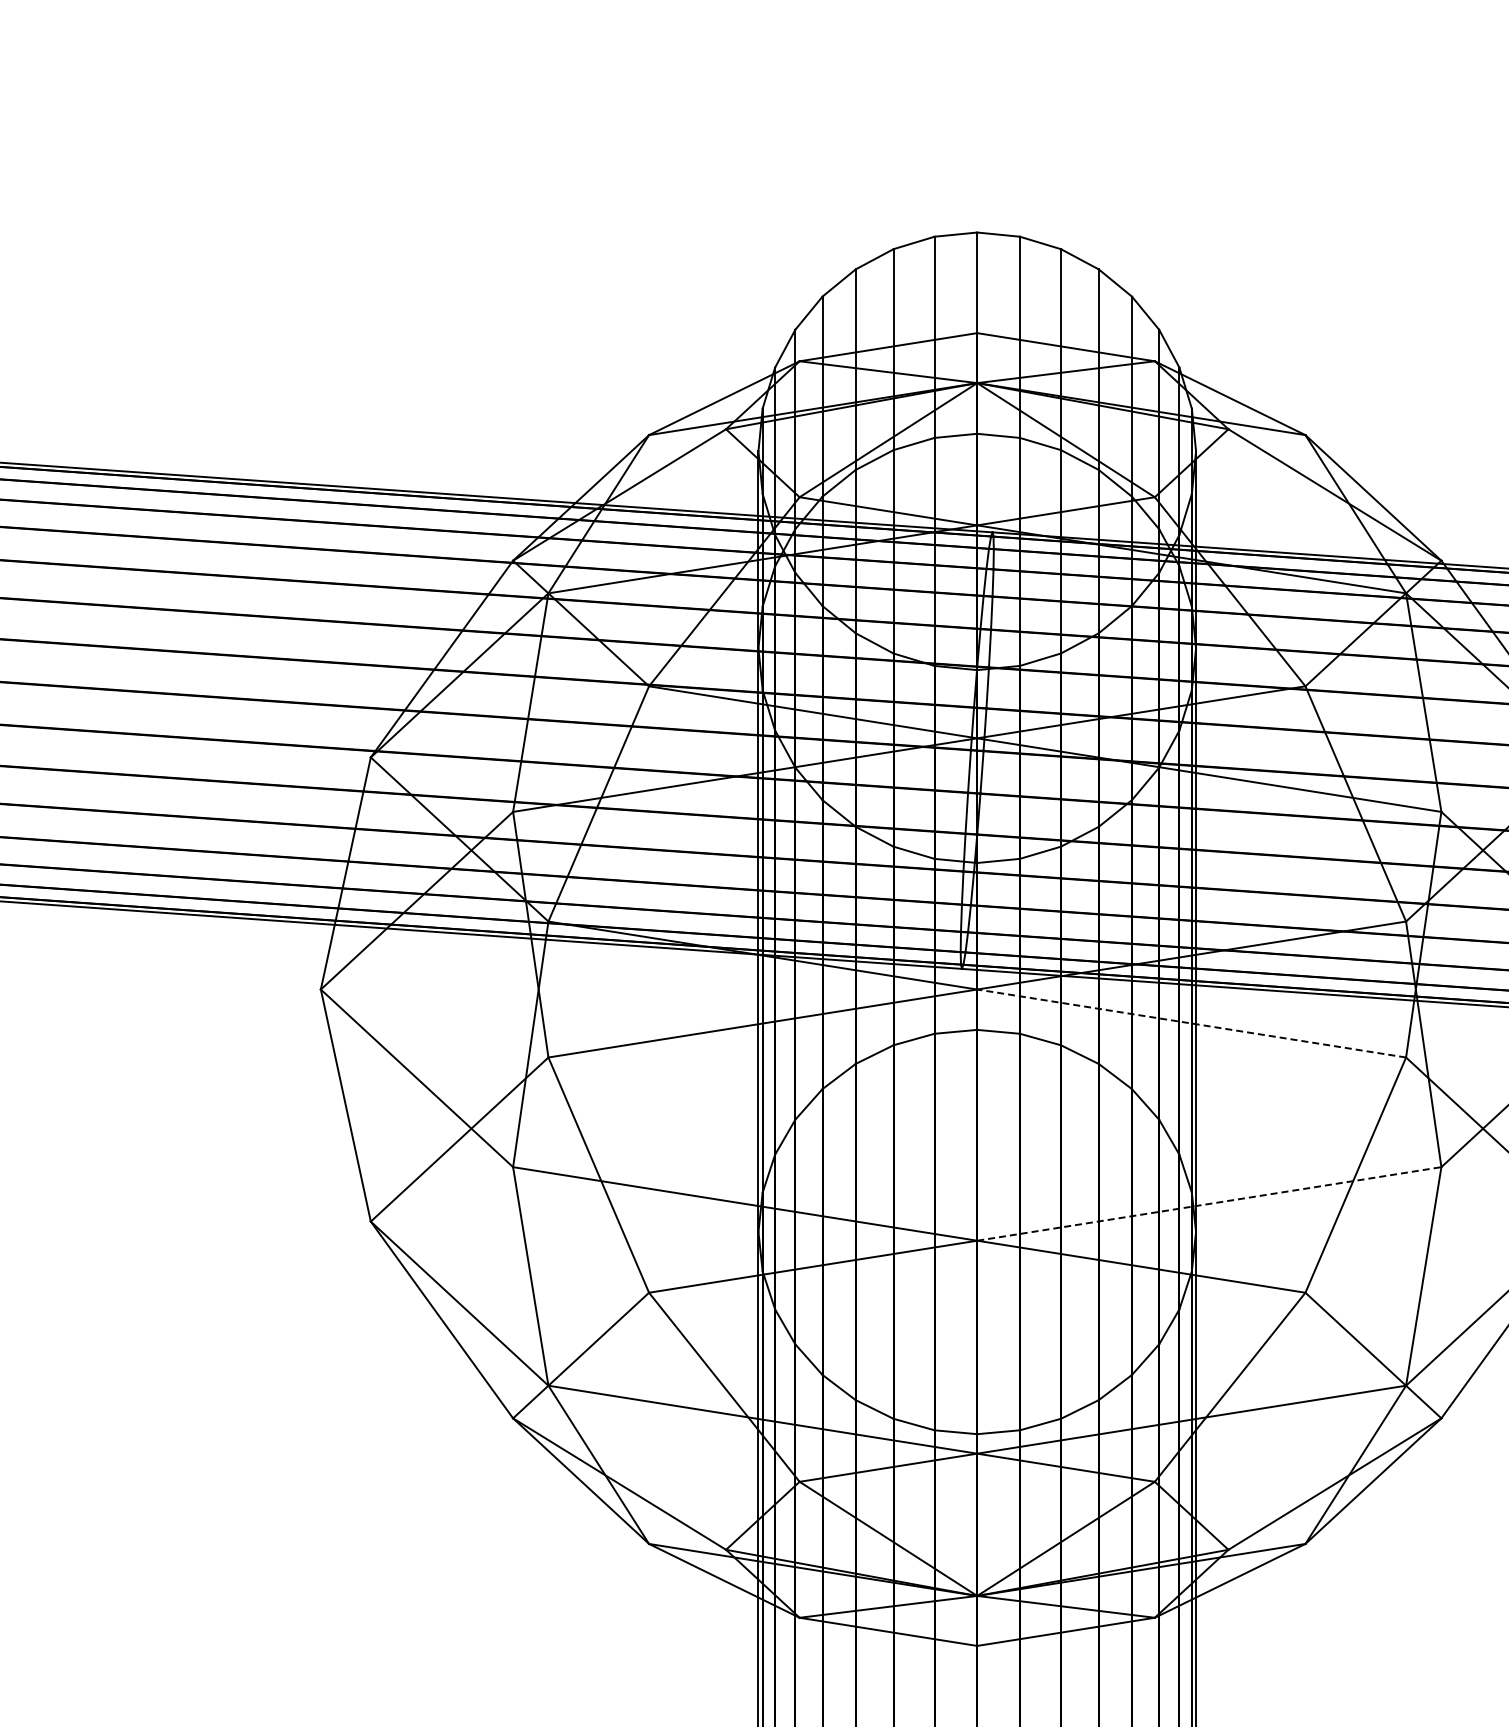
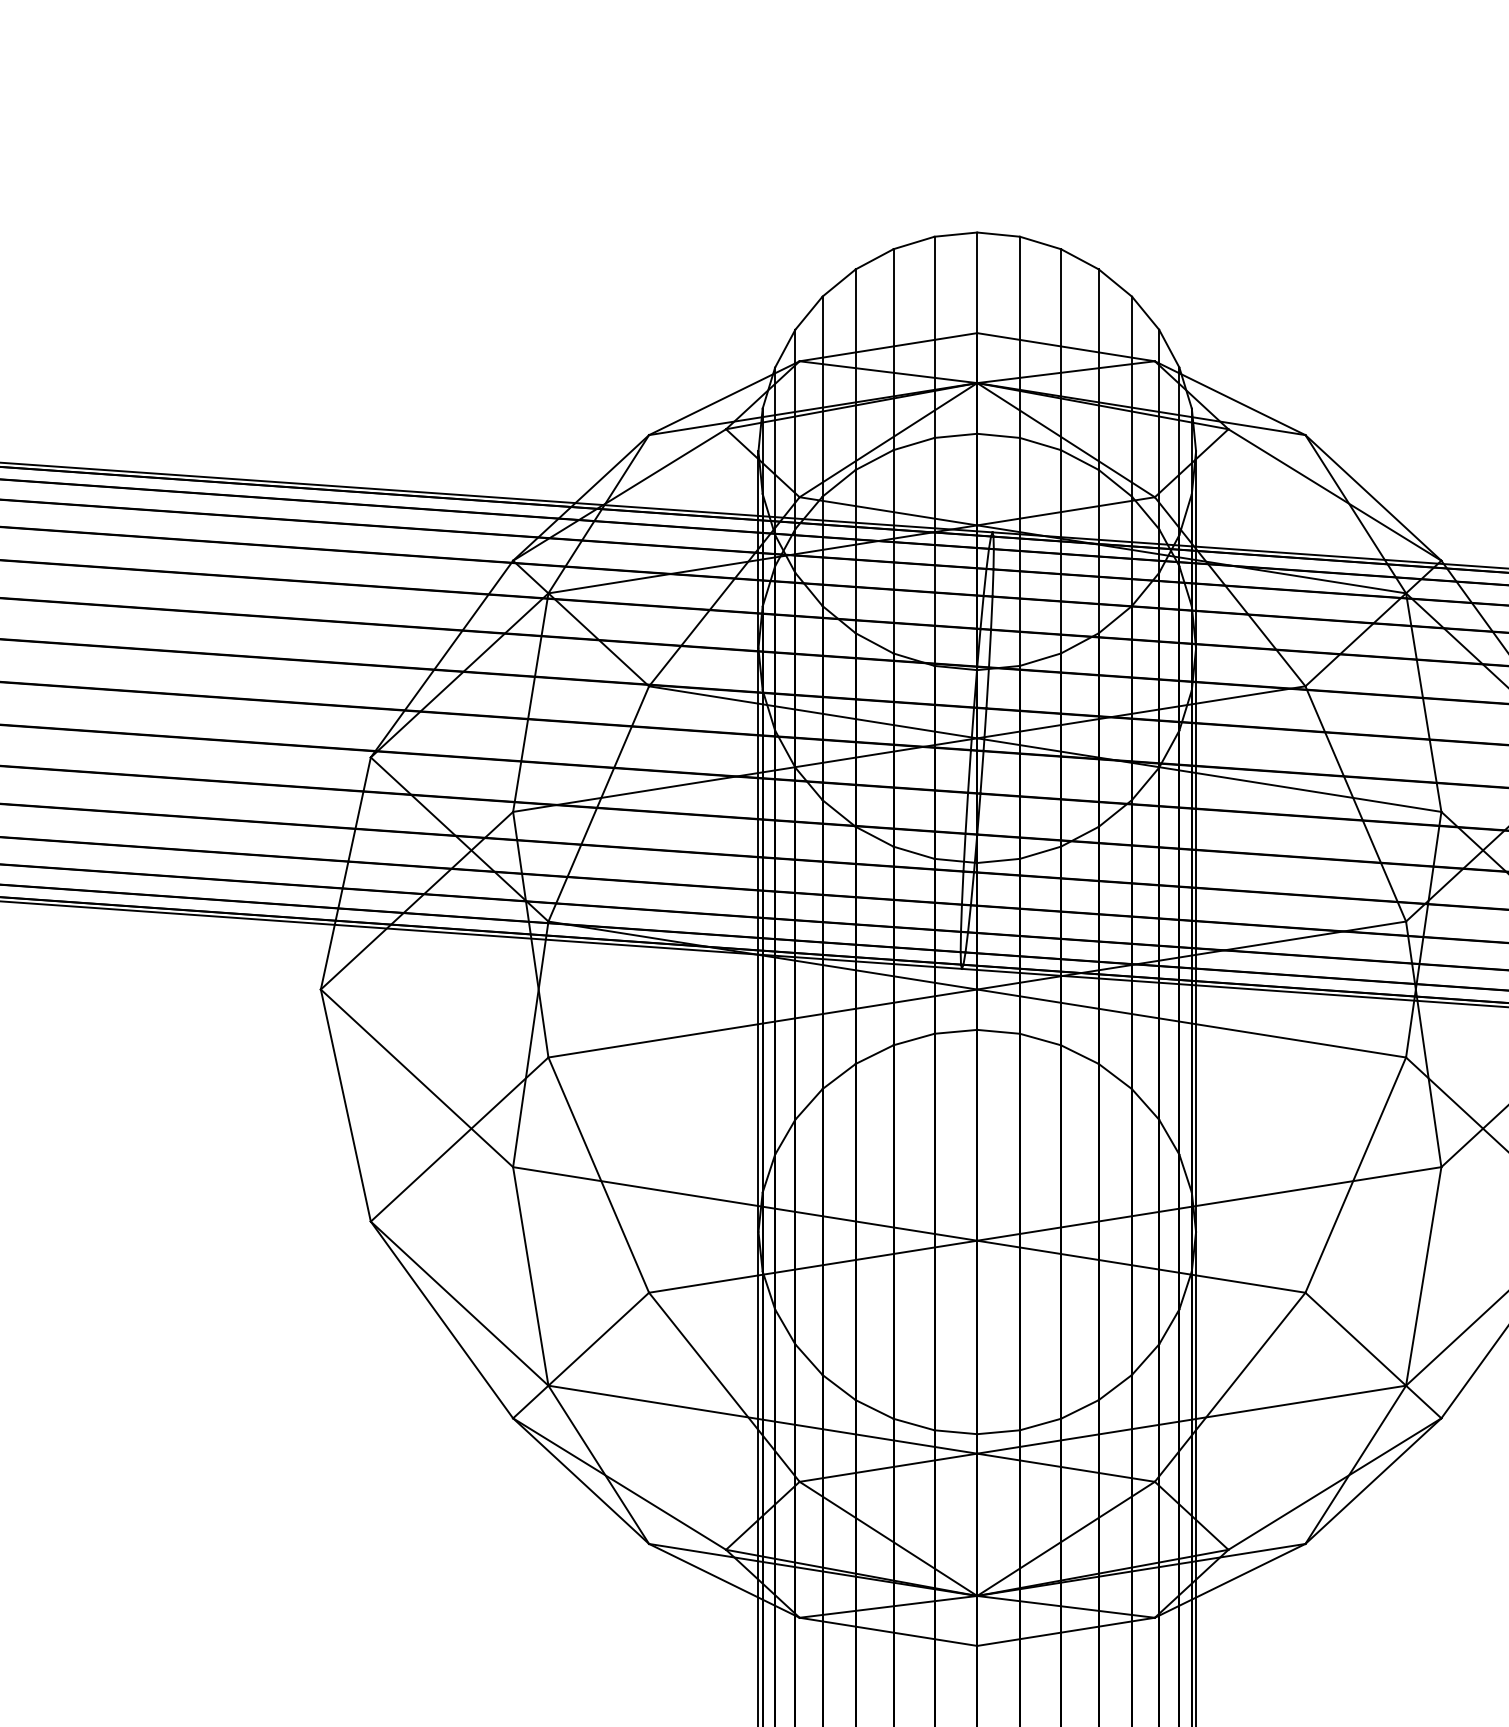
line at (1191, 1023): dashed -> solid
line at (1209, 1203): dashed -> solid
